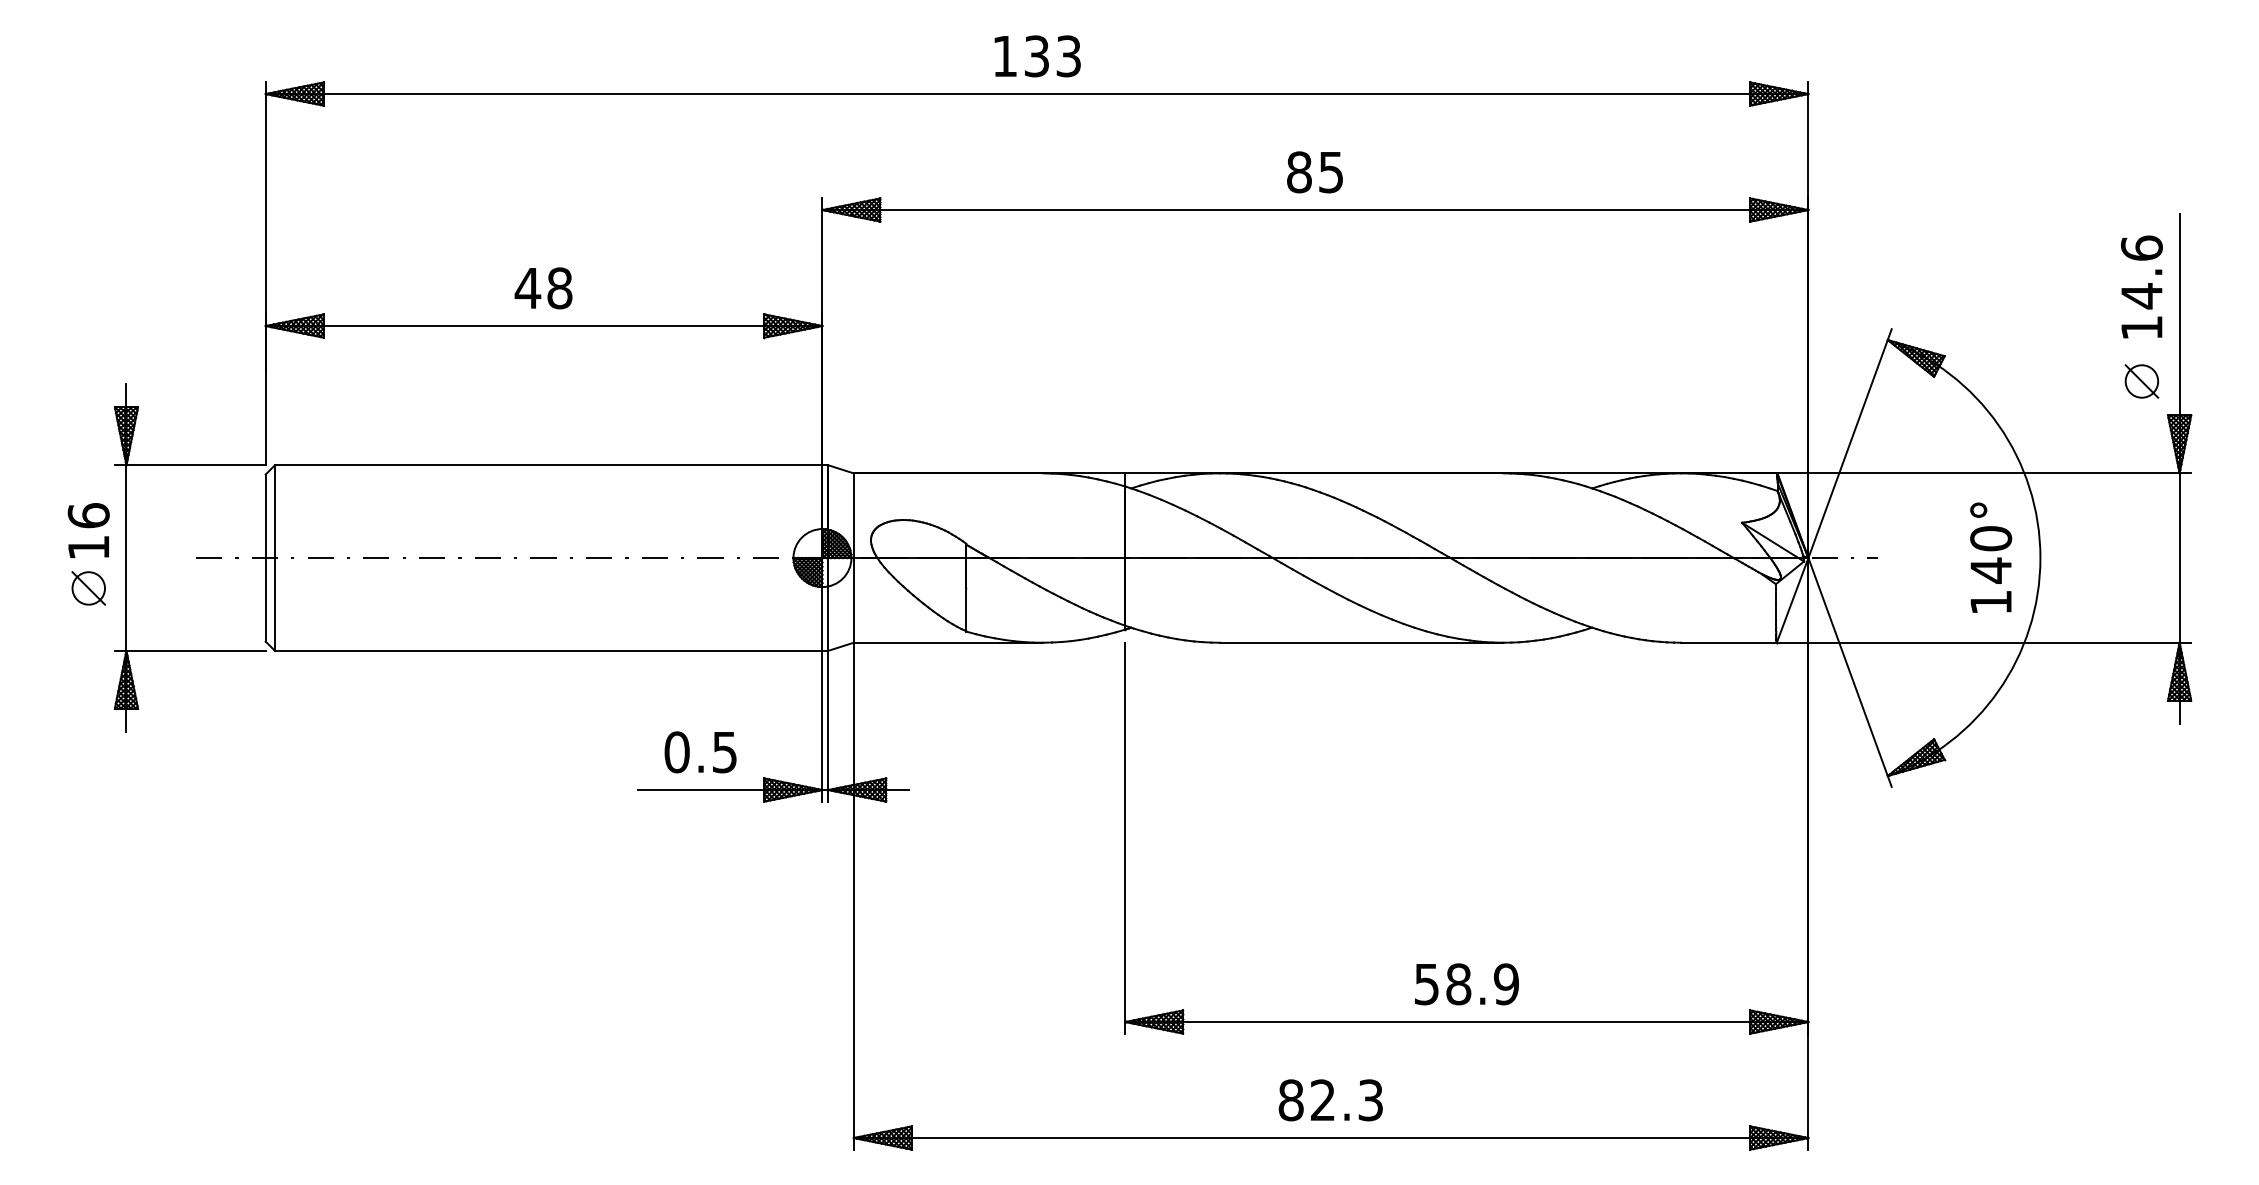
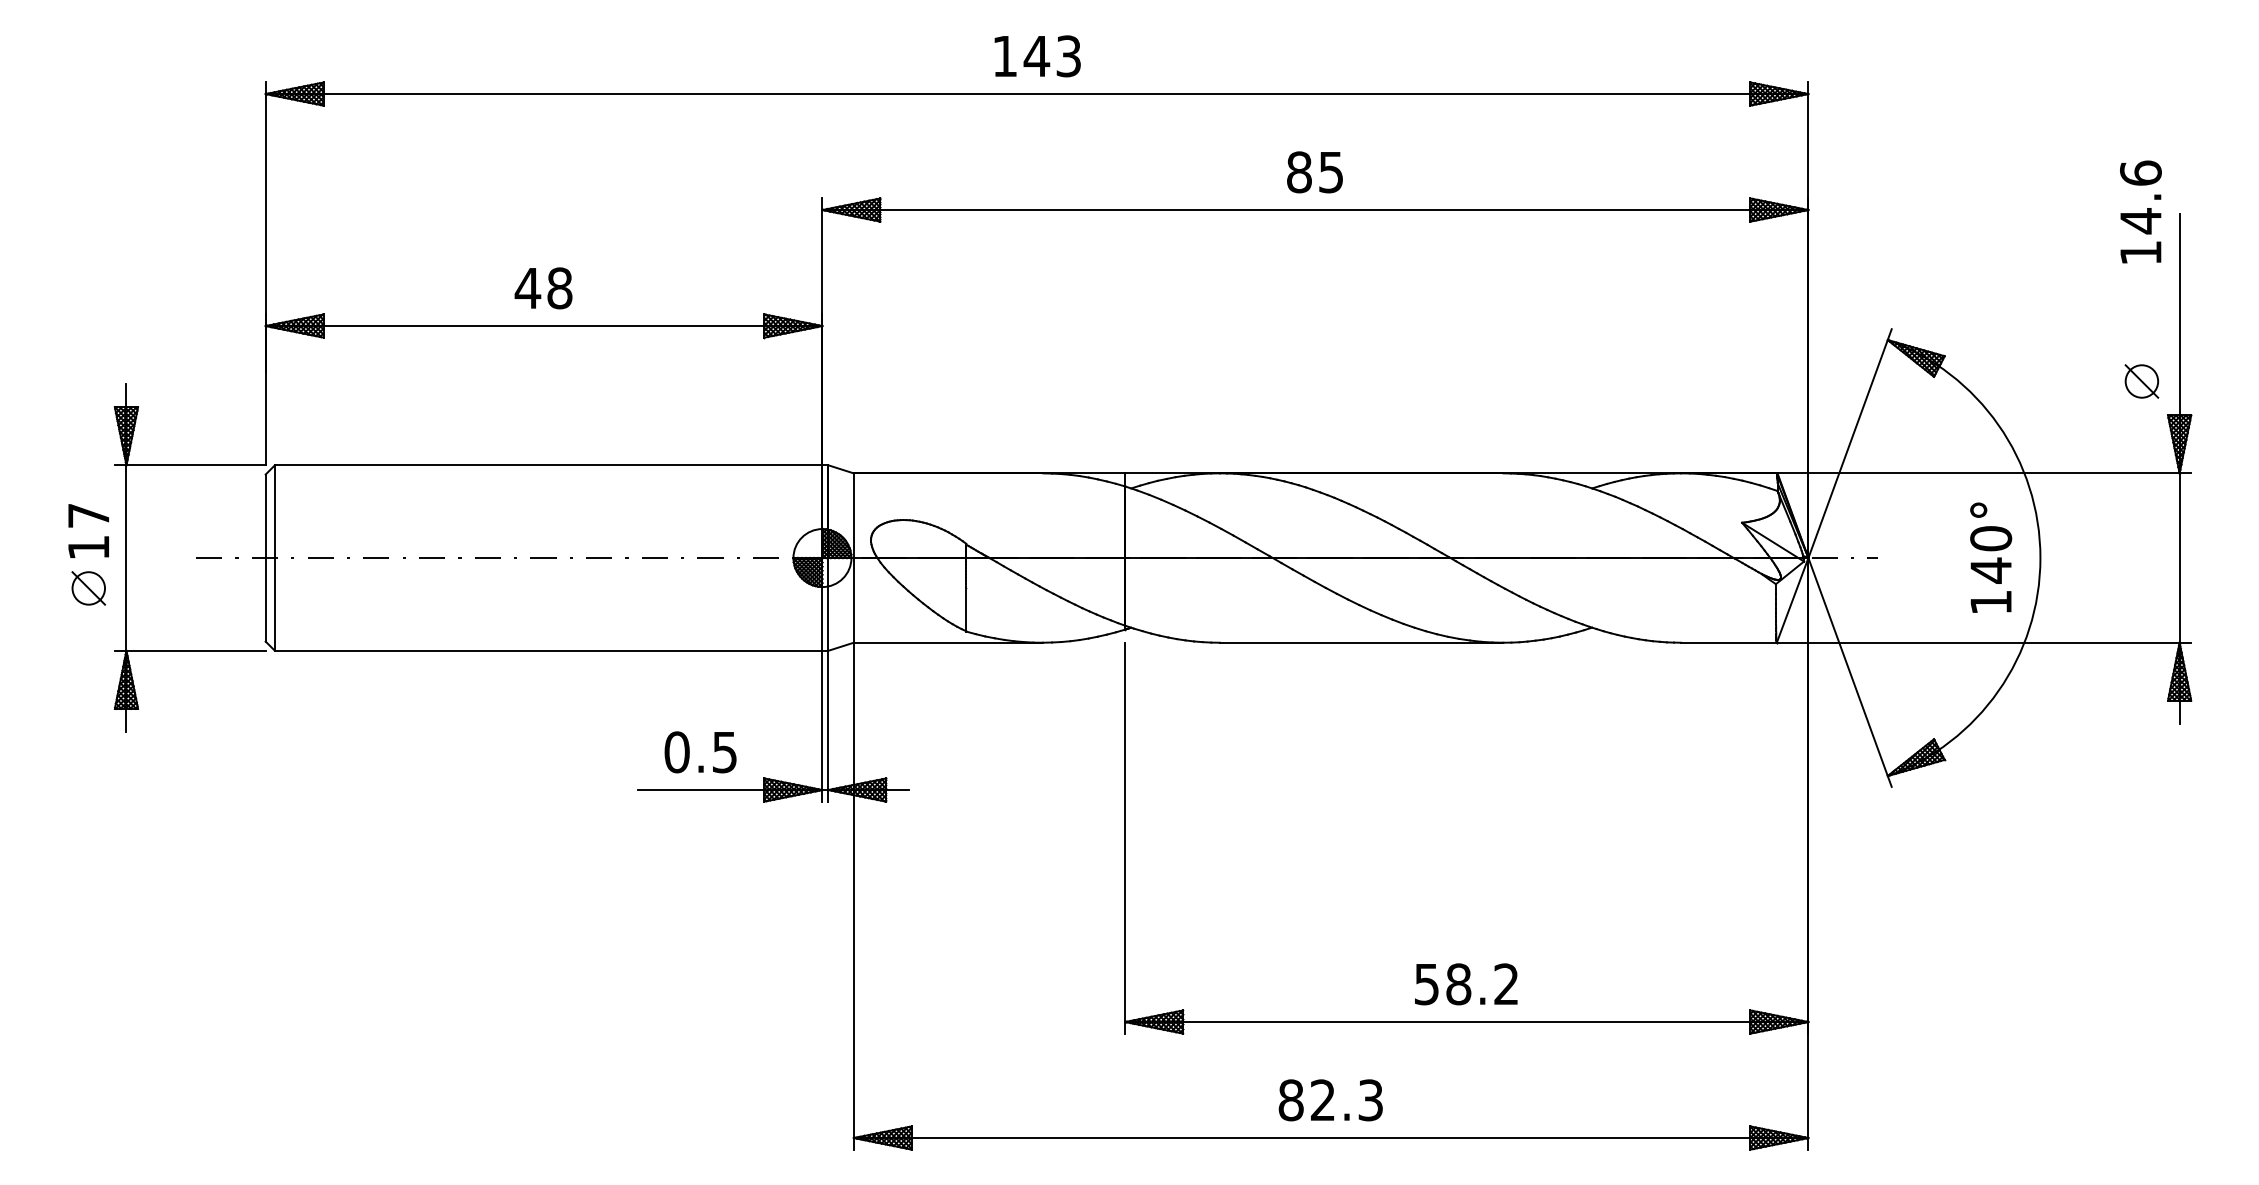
text at (1036, 56): 133 -> 143
text at (2141, 286) position: (2141, 286) -> (2140, 211)
text at (88, 515): 16 -> 17
text at (1506, 984): 58.9 -> 58.2
